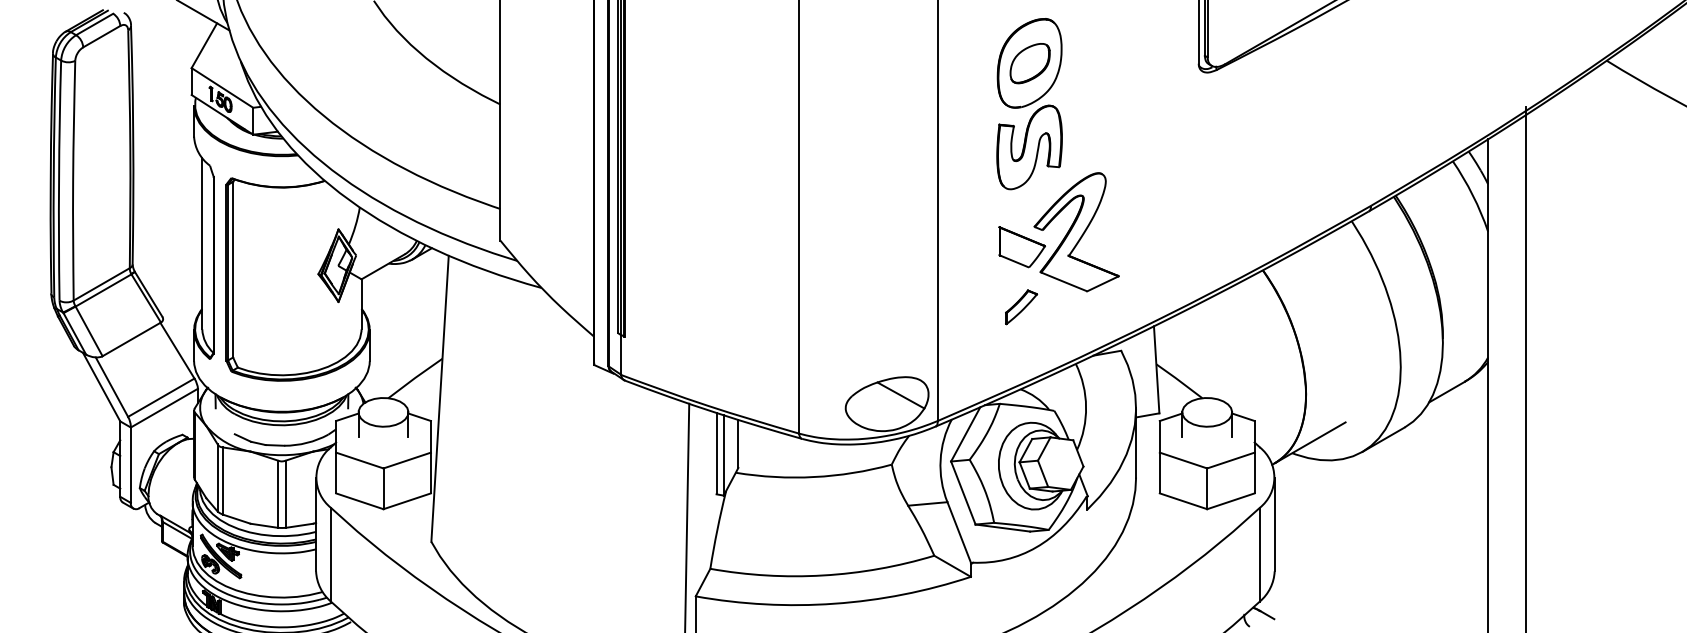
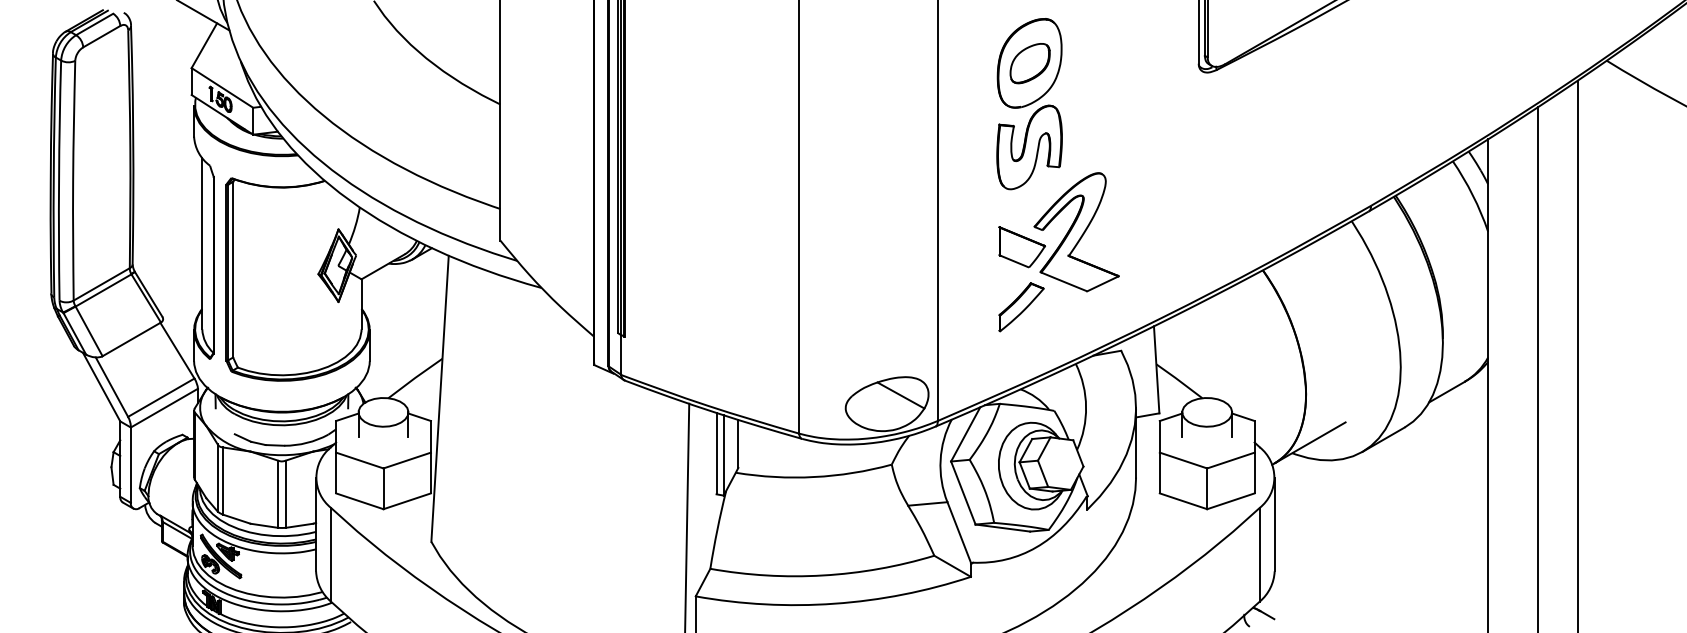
part at (1021, 307) size: 34x37 px -> 47x51 px
line at (1577, 354): none -> present
line at (1526, 368) position: (1526, 368) -> (1538, 368)
